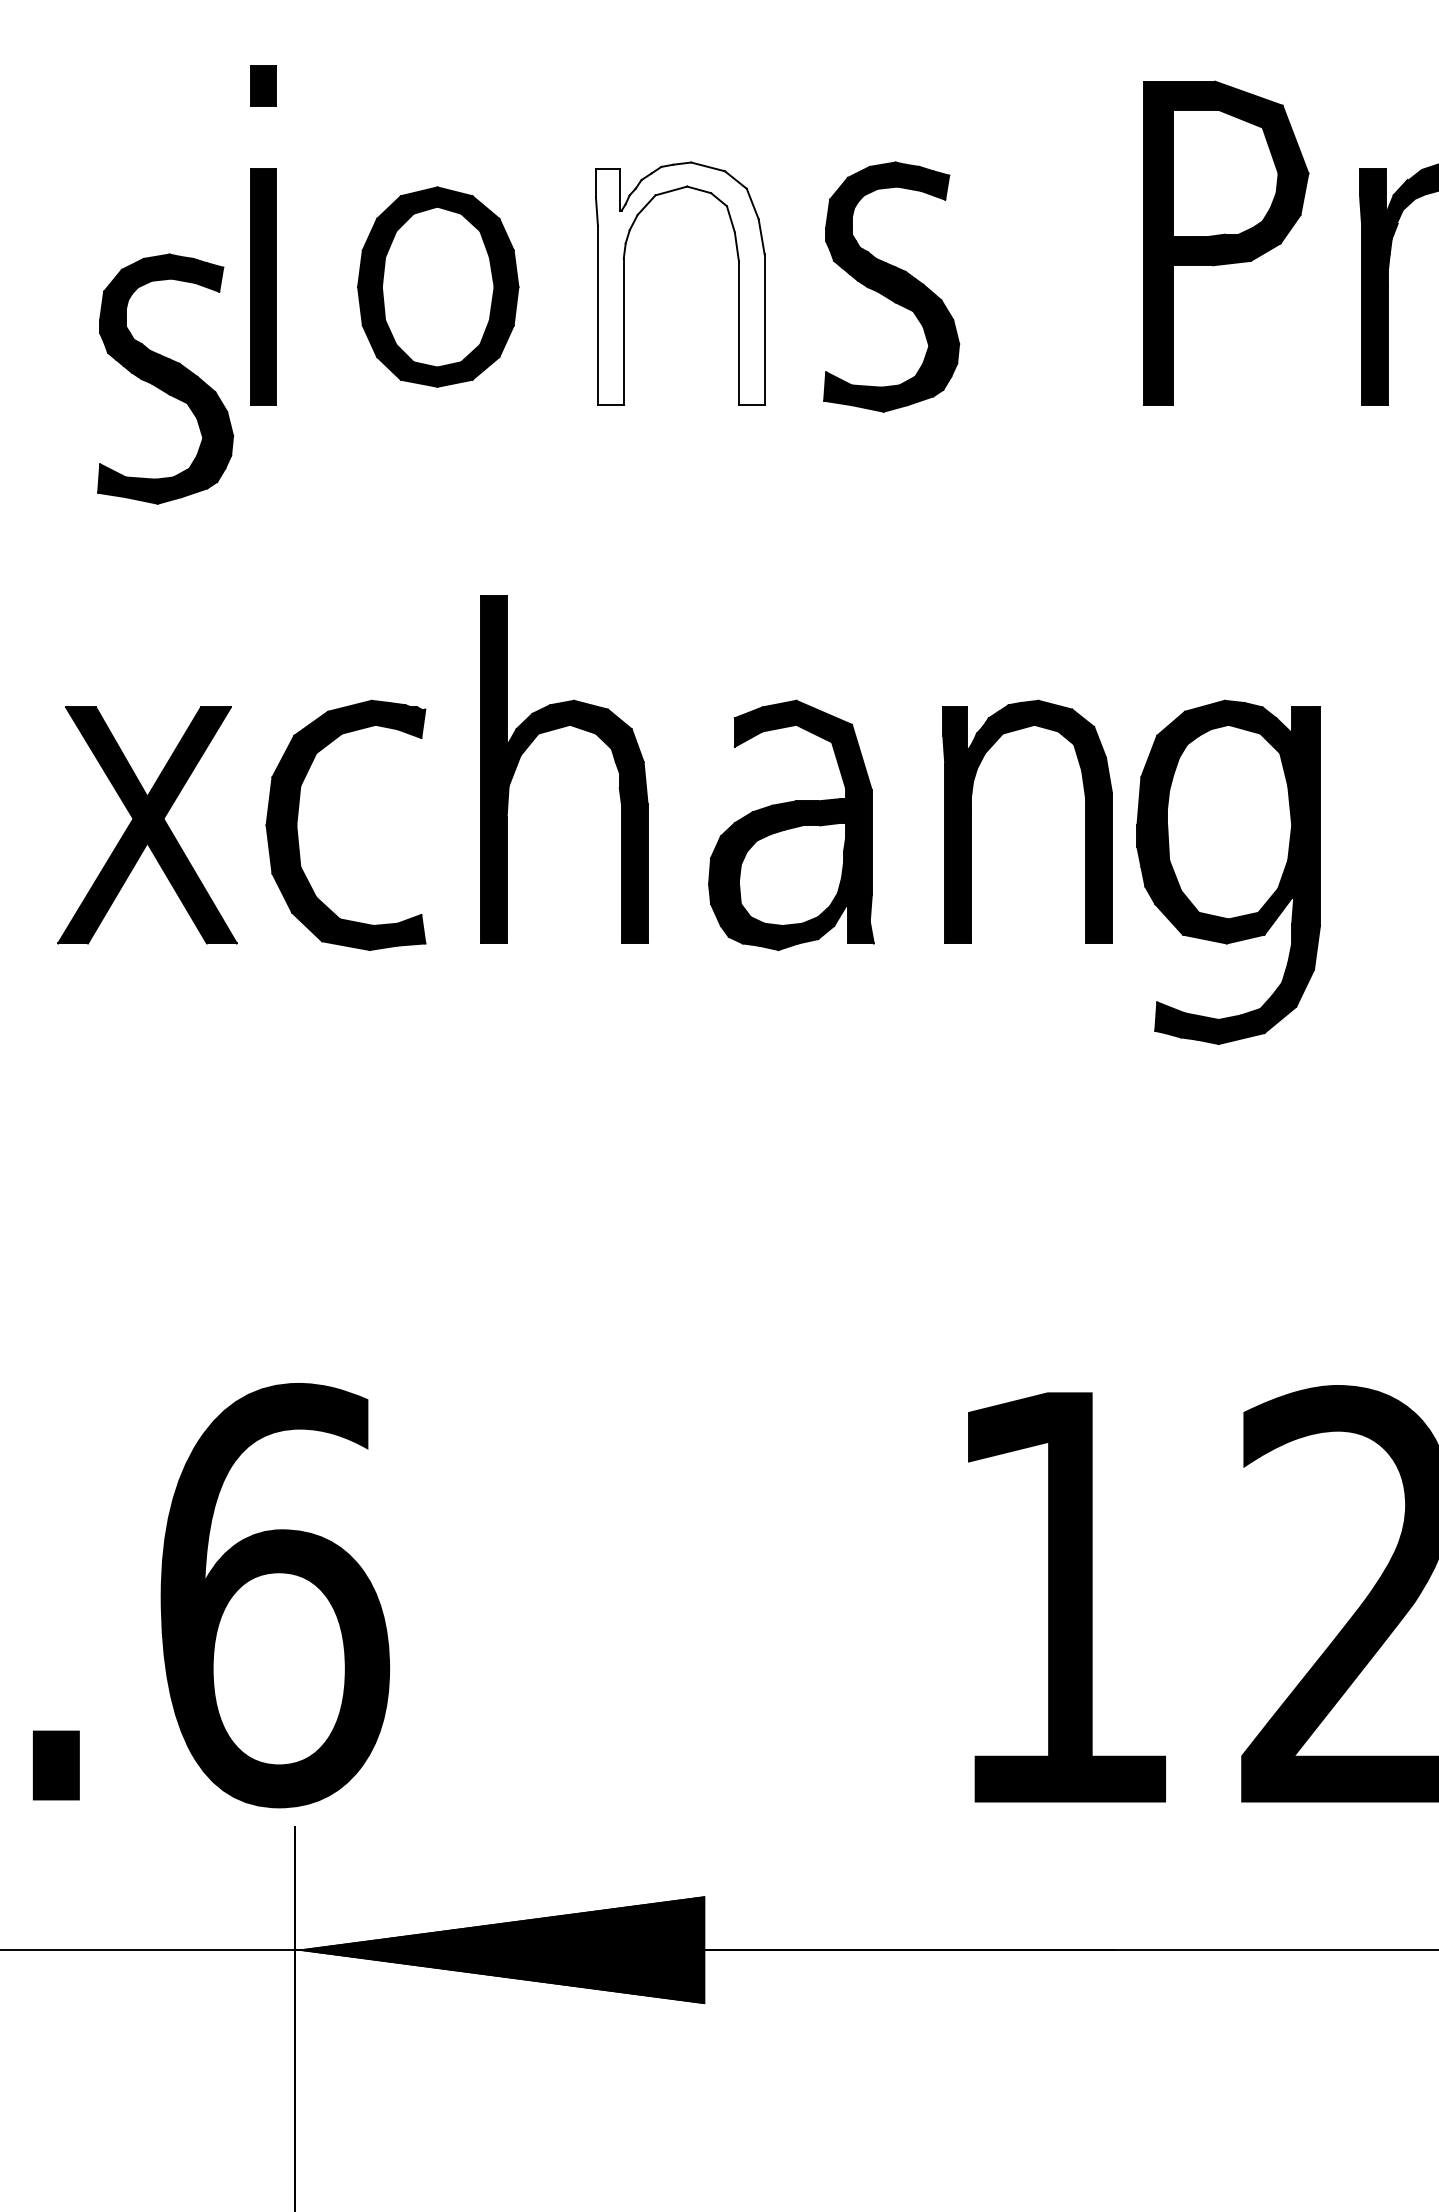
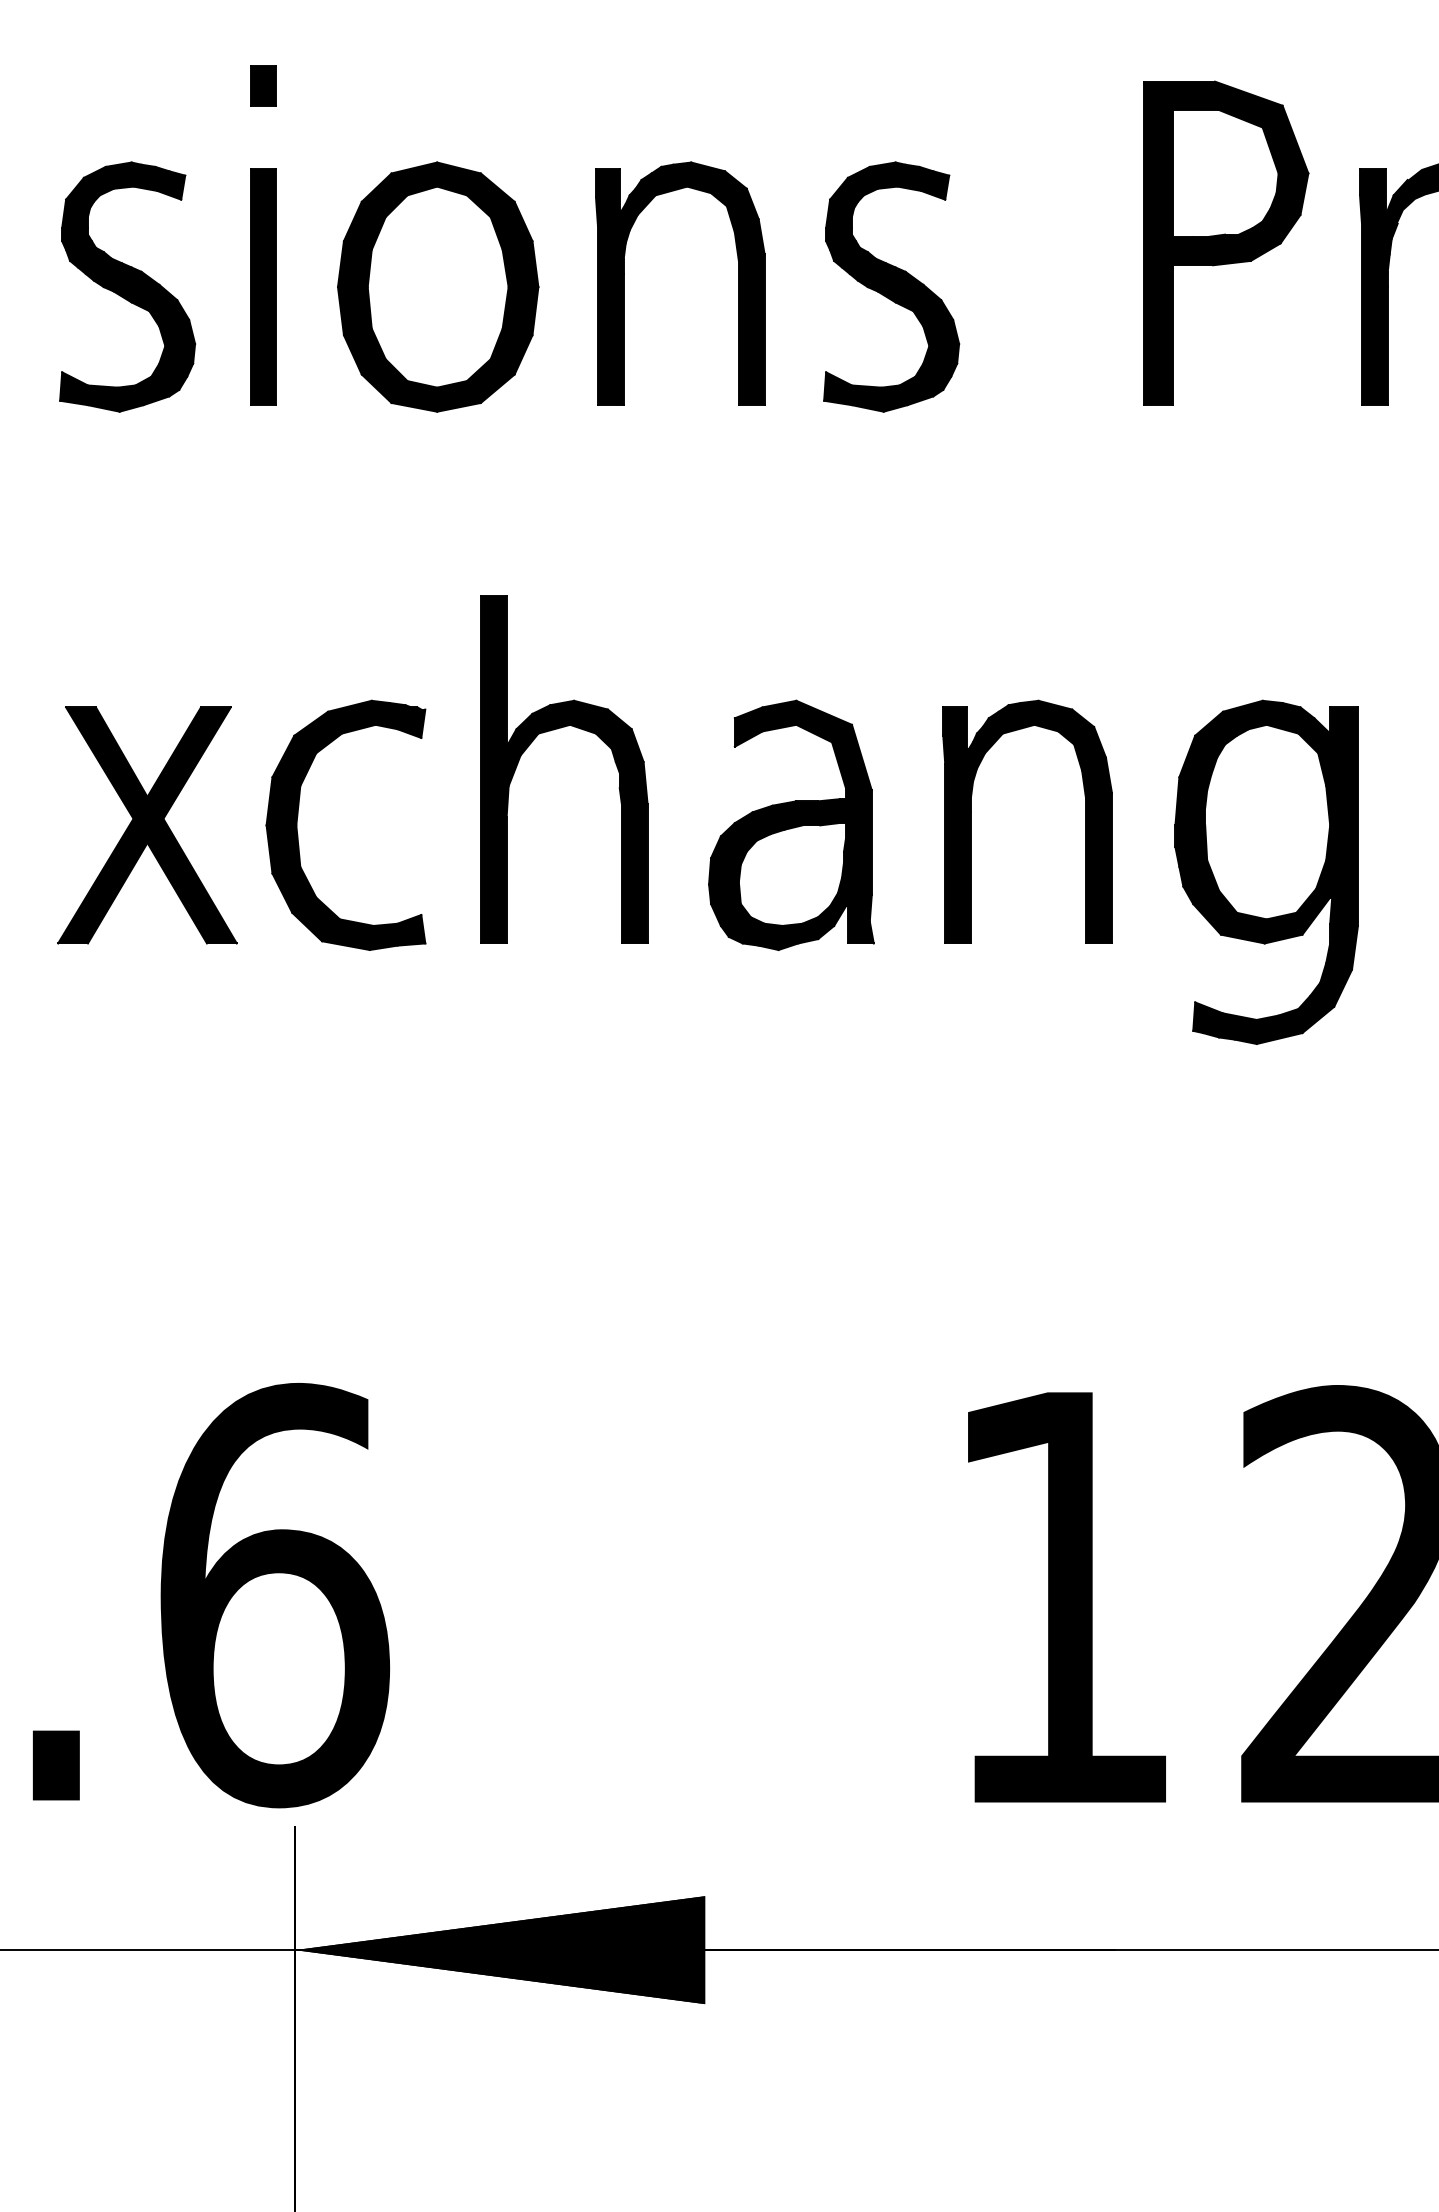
fill at (679, 283): none -> present
part at (438, 286) size: 163x202 px -> 203x252 px
part at (165, 378) position: (165, 378) -> (127, 286)
part at (1228, 871) position: (1228, 871) -> (1266, 871)
